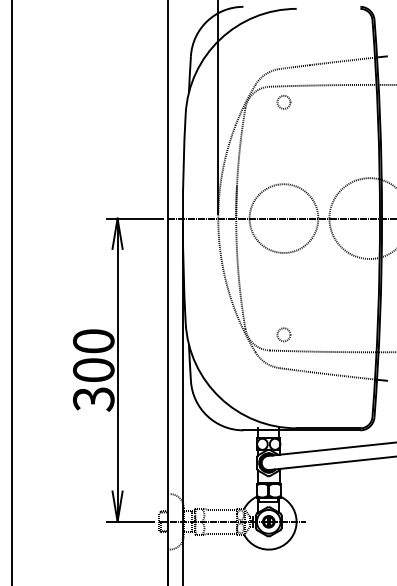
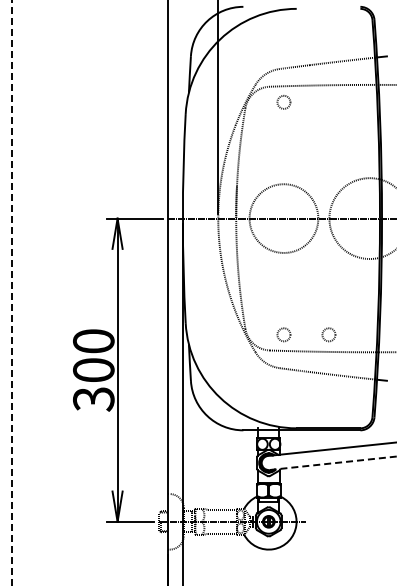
line at (12, 292): solid -> dashed
circle at (328, 334): none -> present
line at (332, 463): solid -> dashed
